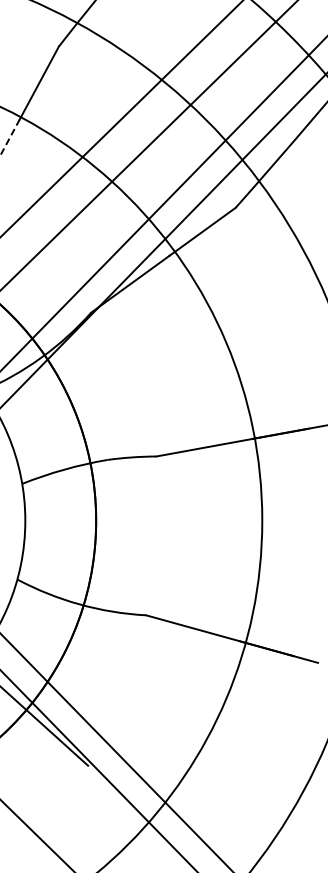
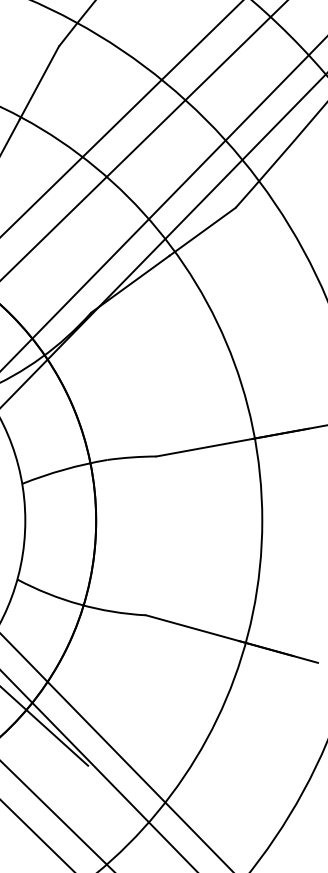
line at (9, 137): dashed -> solid
line at (149, 145) position: (149, 145) -> (143, 140)
line at (57, 815): none -> present
